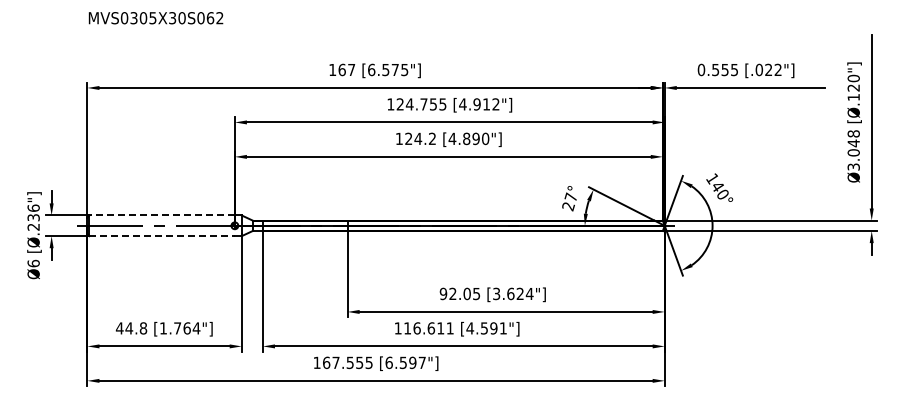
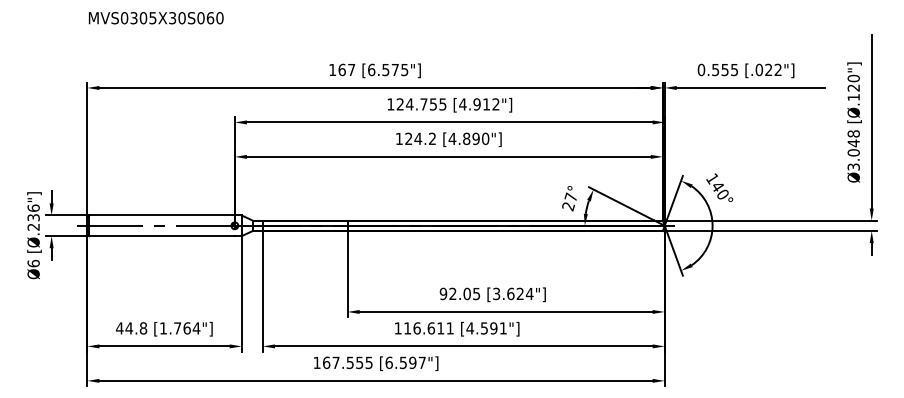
text at (219, 18): MVS0305X30S062 -> MVS0305X30S060
line at (162, 215): dashed -> solid
line at (162, 236): dashed -> solid
